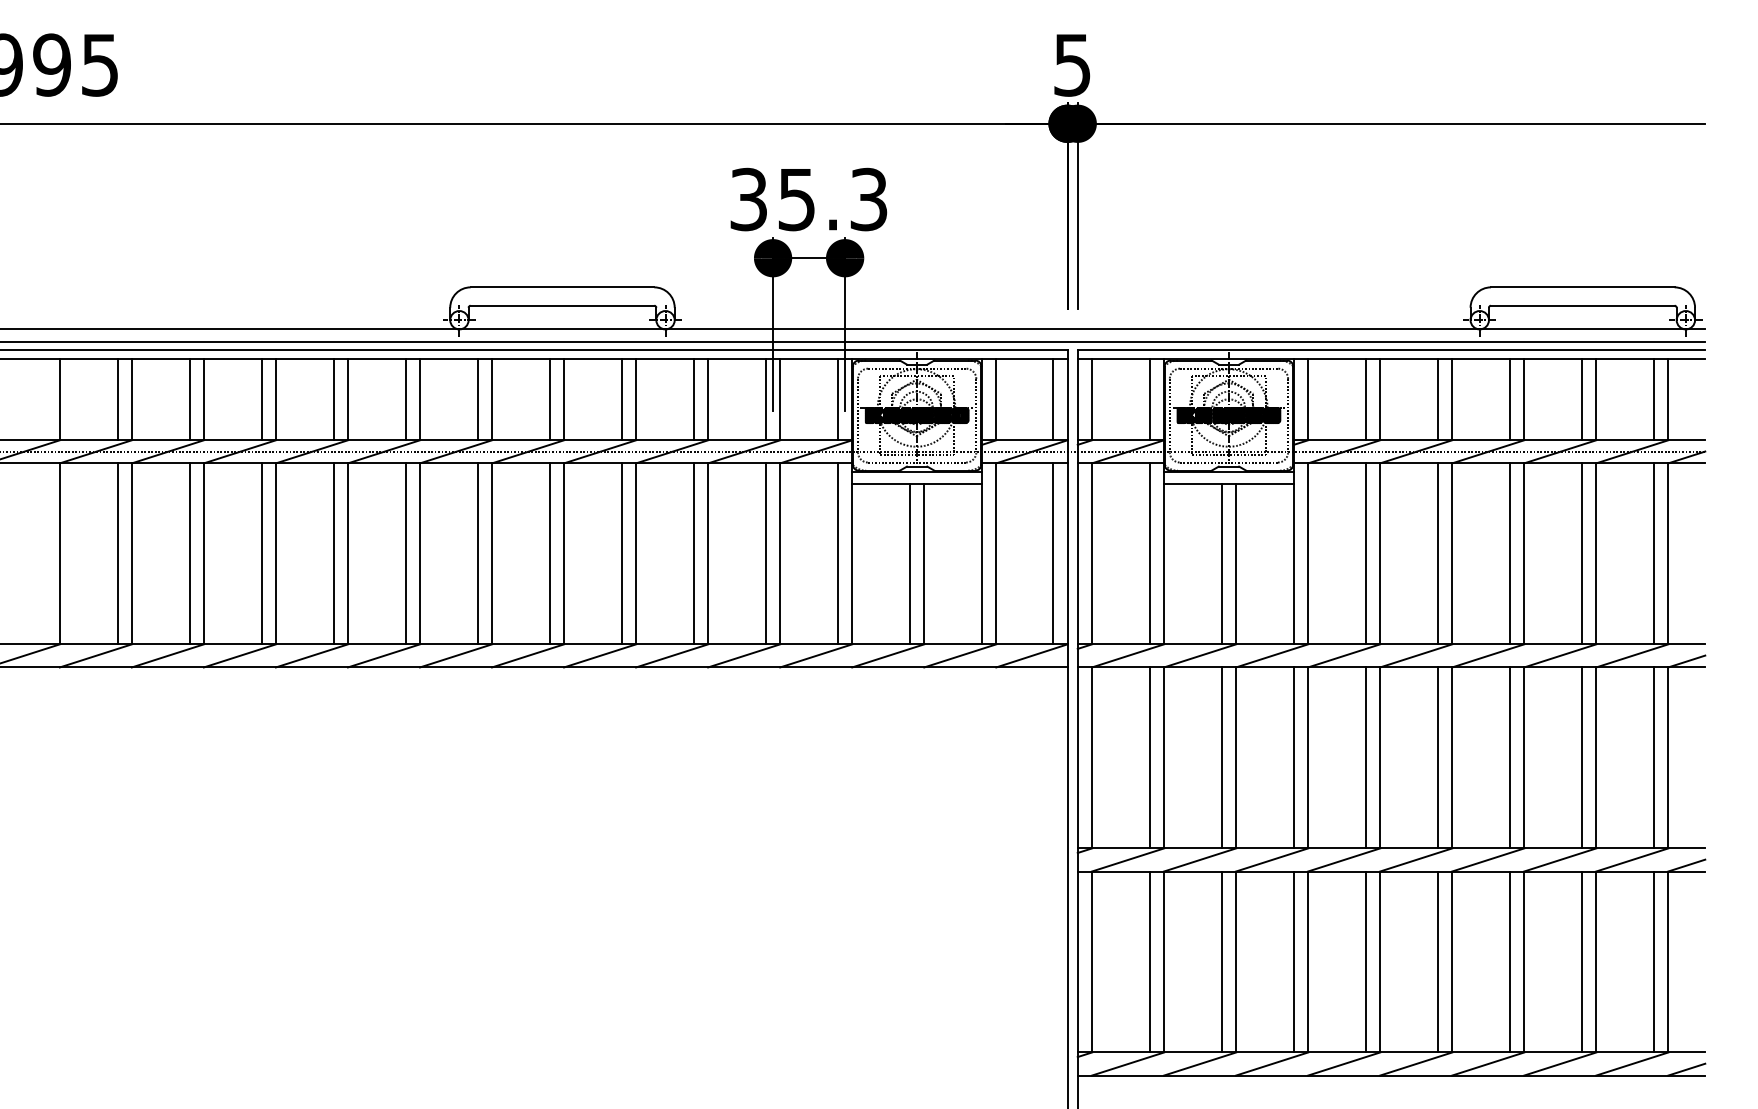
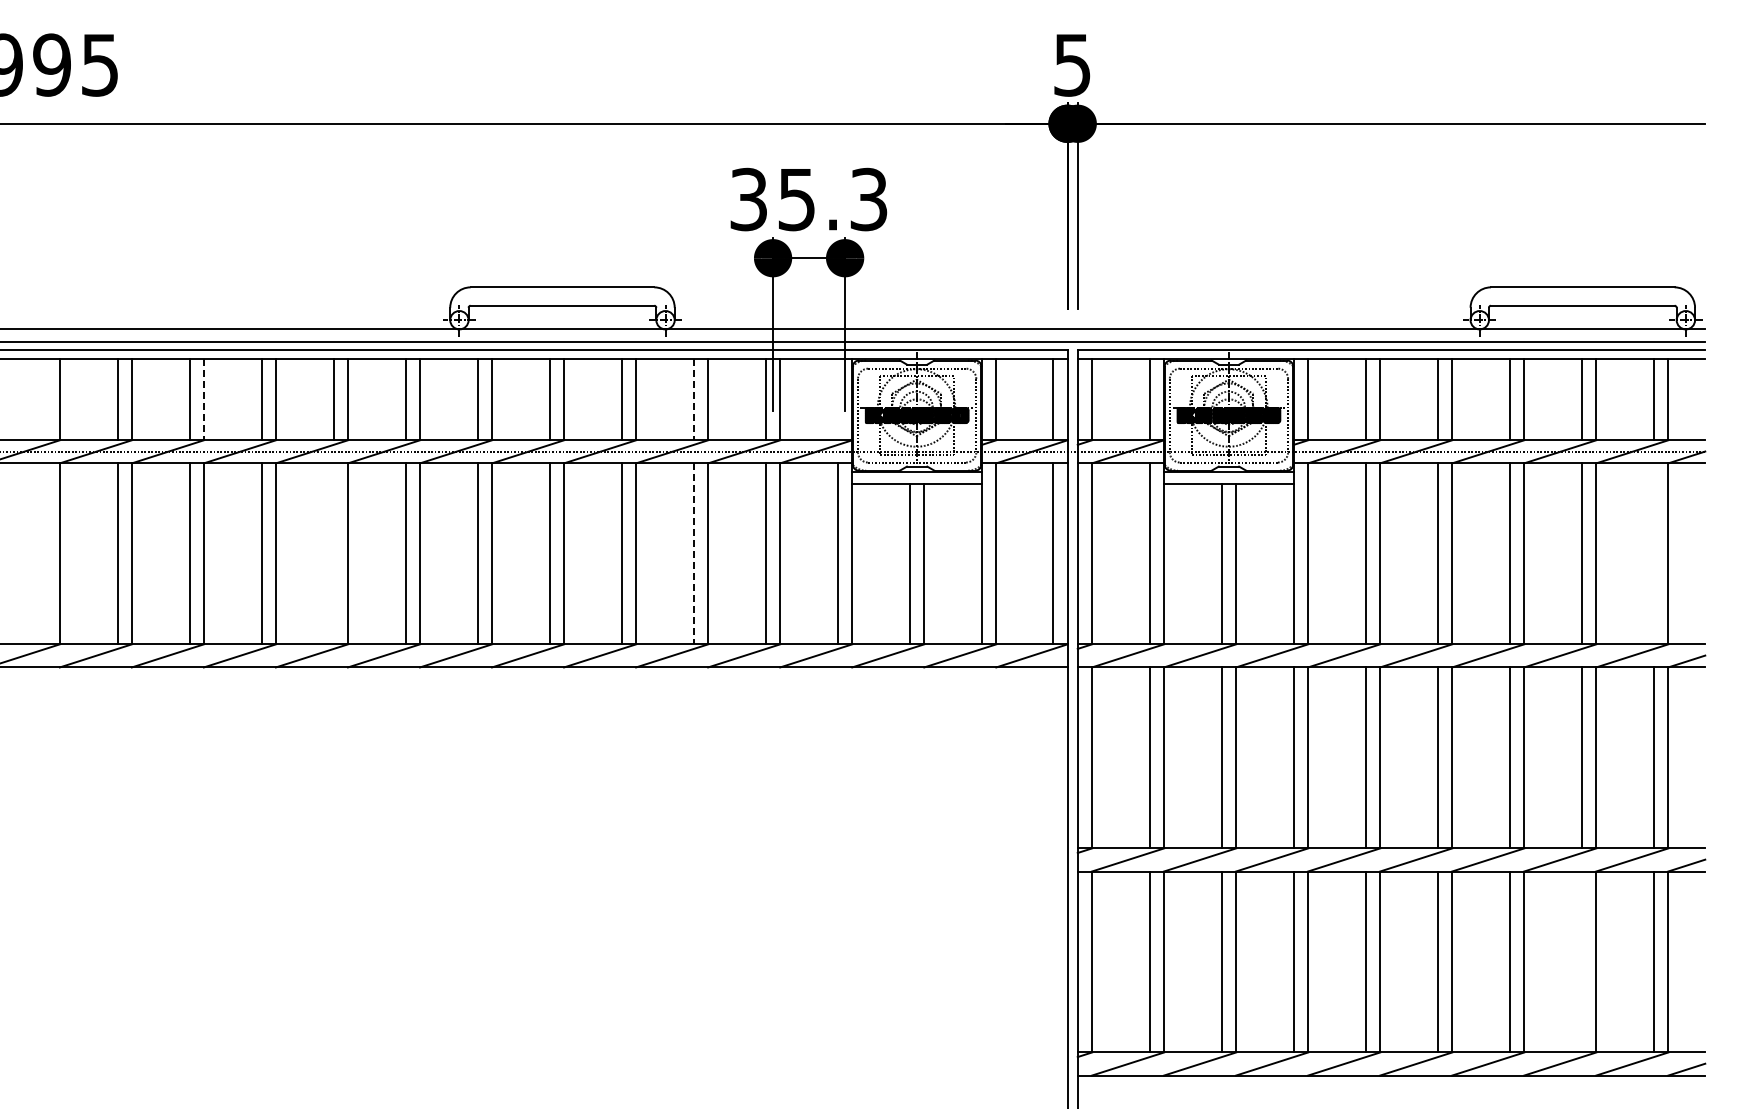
line at (203, 399): solid -> dashed
line at (693, 399): solid -> dashed
line at (837, 399): present -> none
line at (333, 553): present -> none
line at (1654, 553): present -> none
line at (693, 554): solid -> dashed
line at (1582, 961): present -> none
